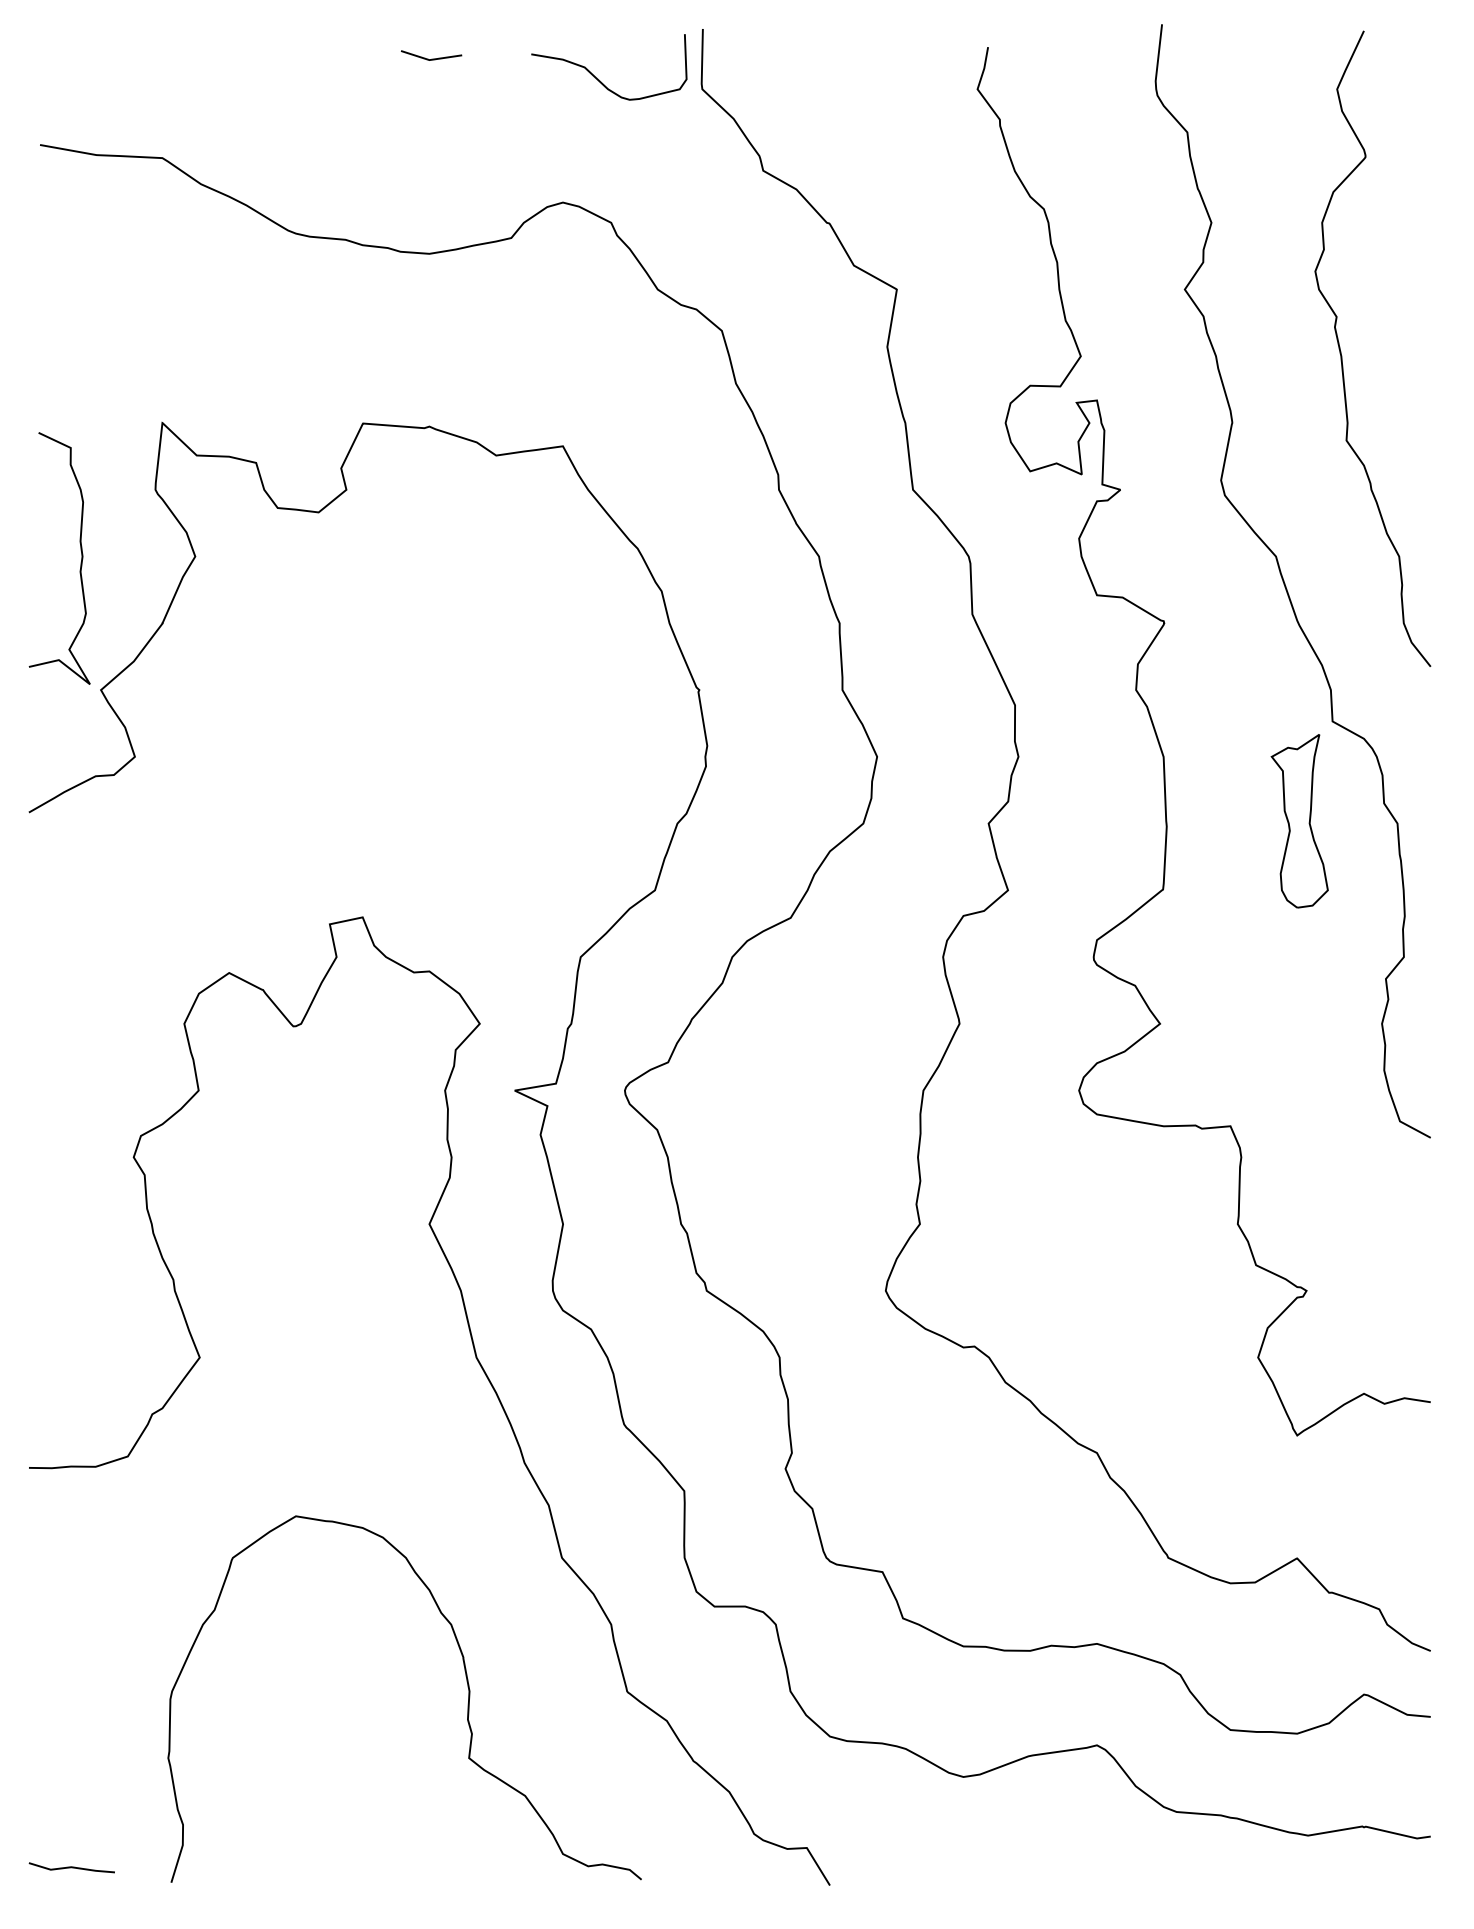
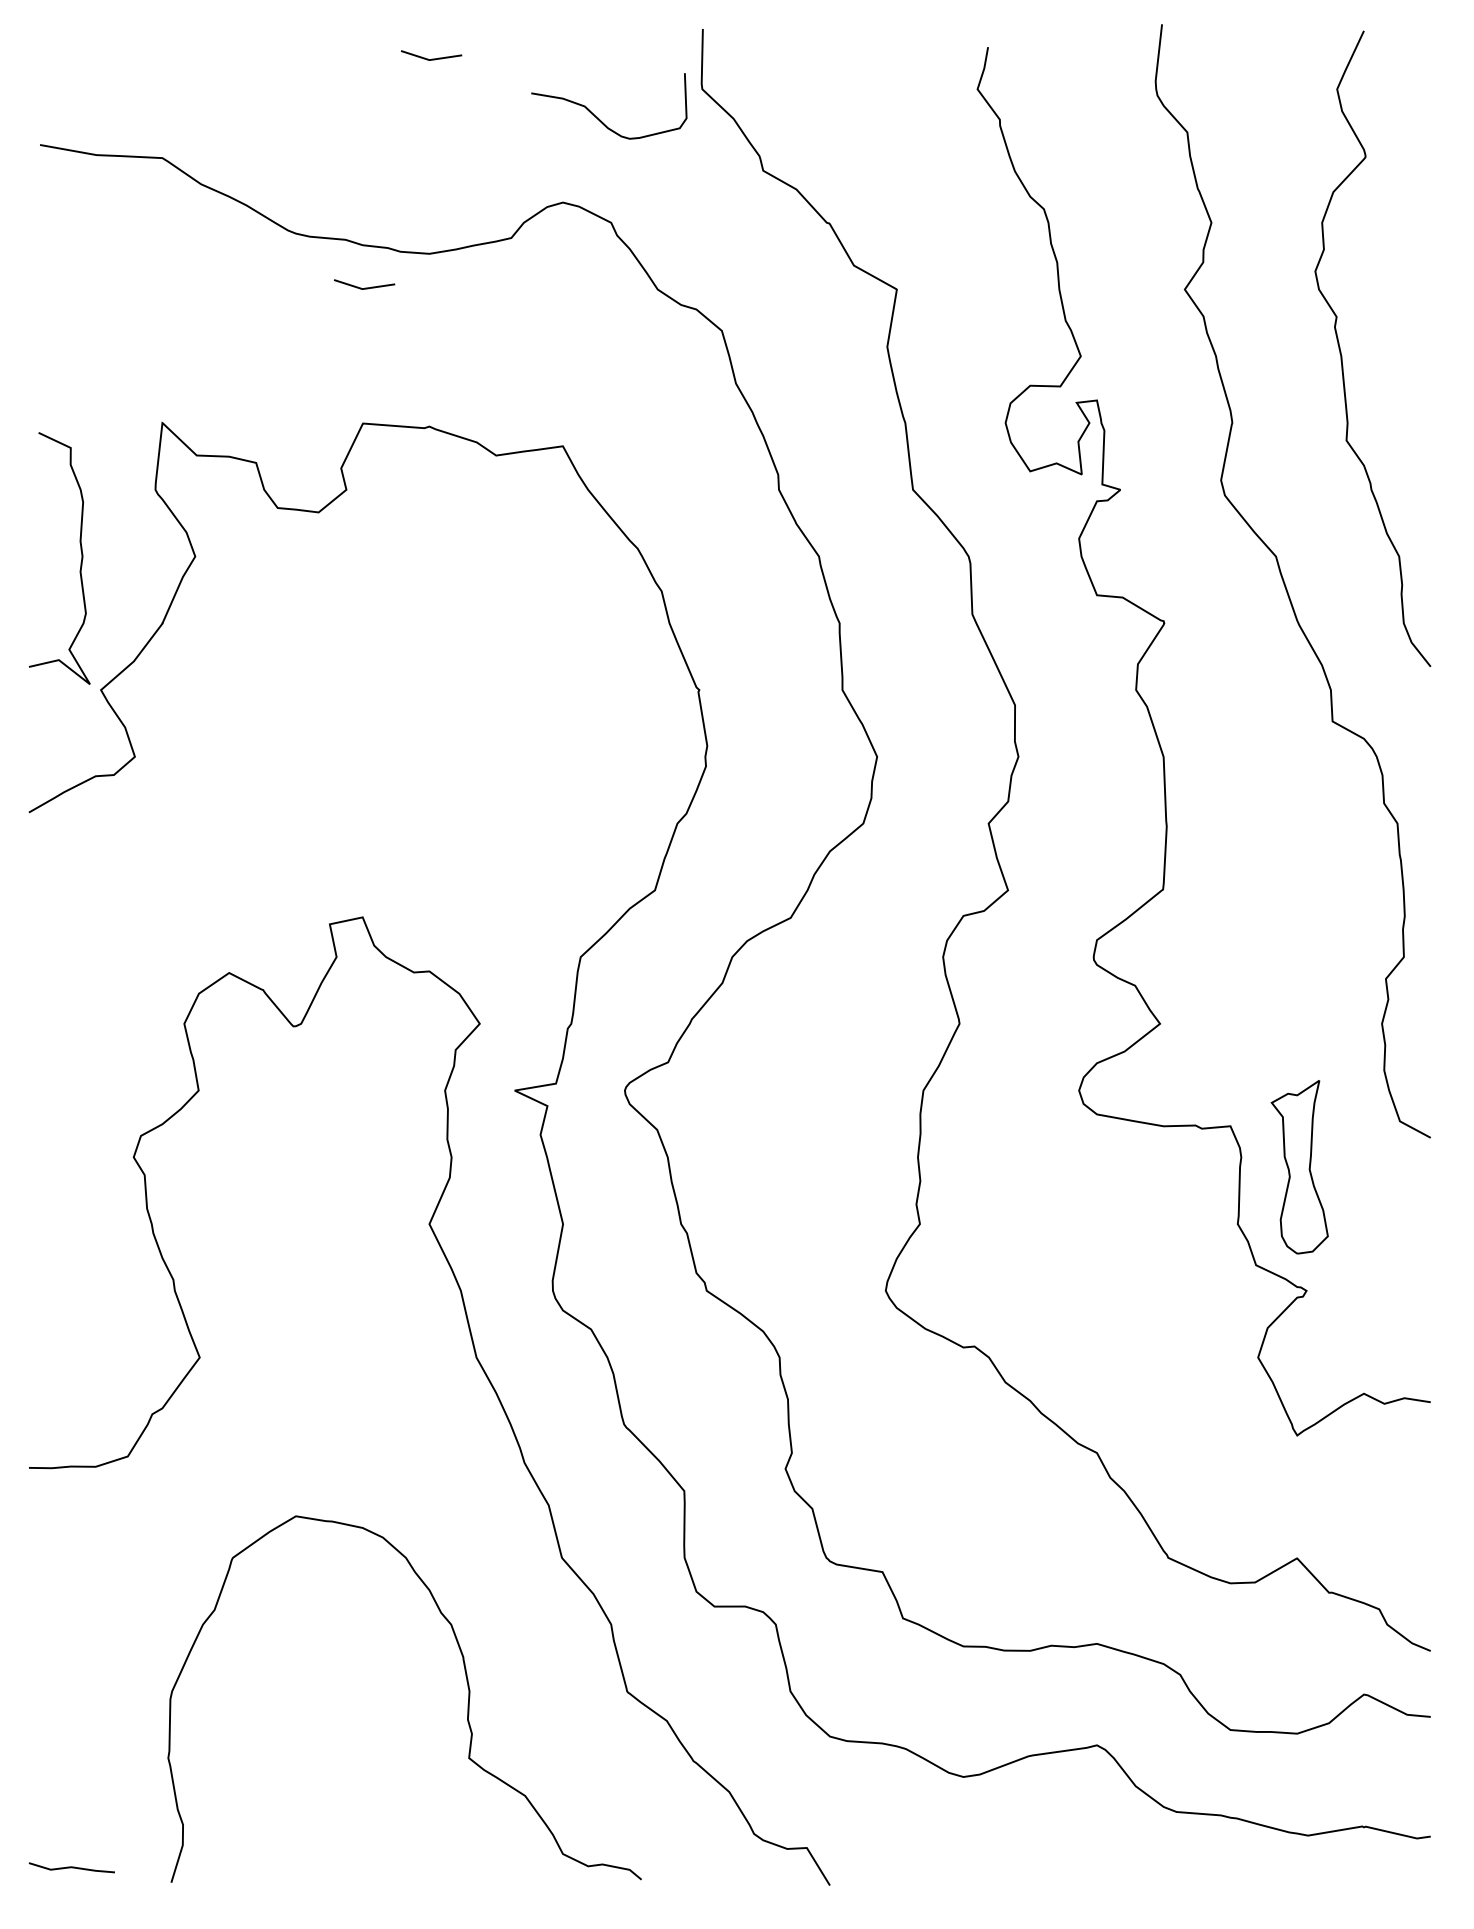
curve at (599, 79) position: (599, 79) -> (599, 118)
line at (364, 287): none -> present
part at (1299, 821) position: (1299, 821) -> (1299, 1167)
